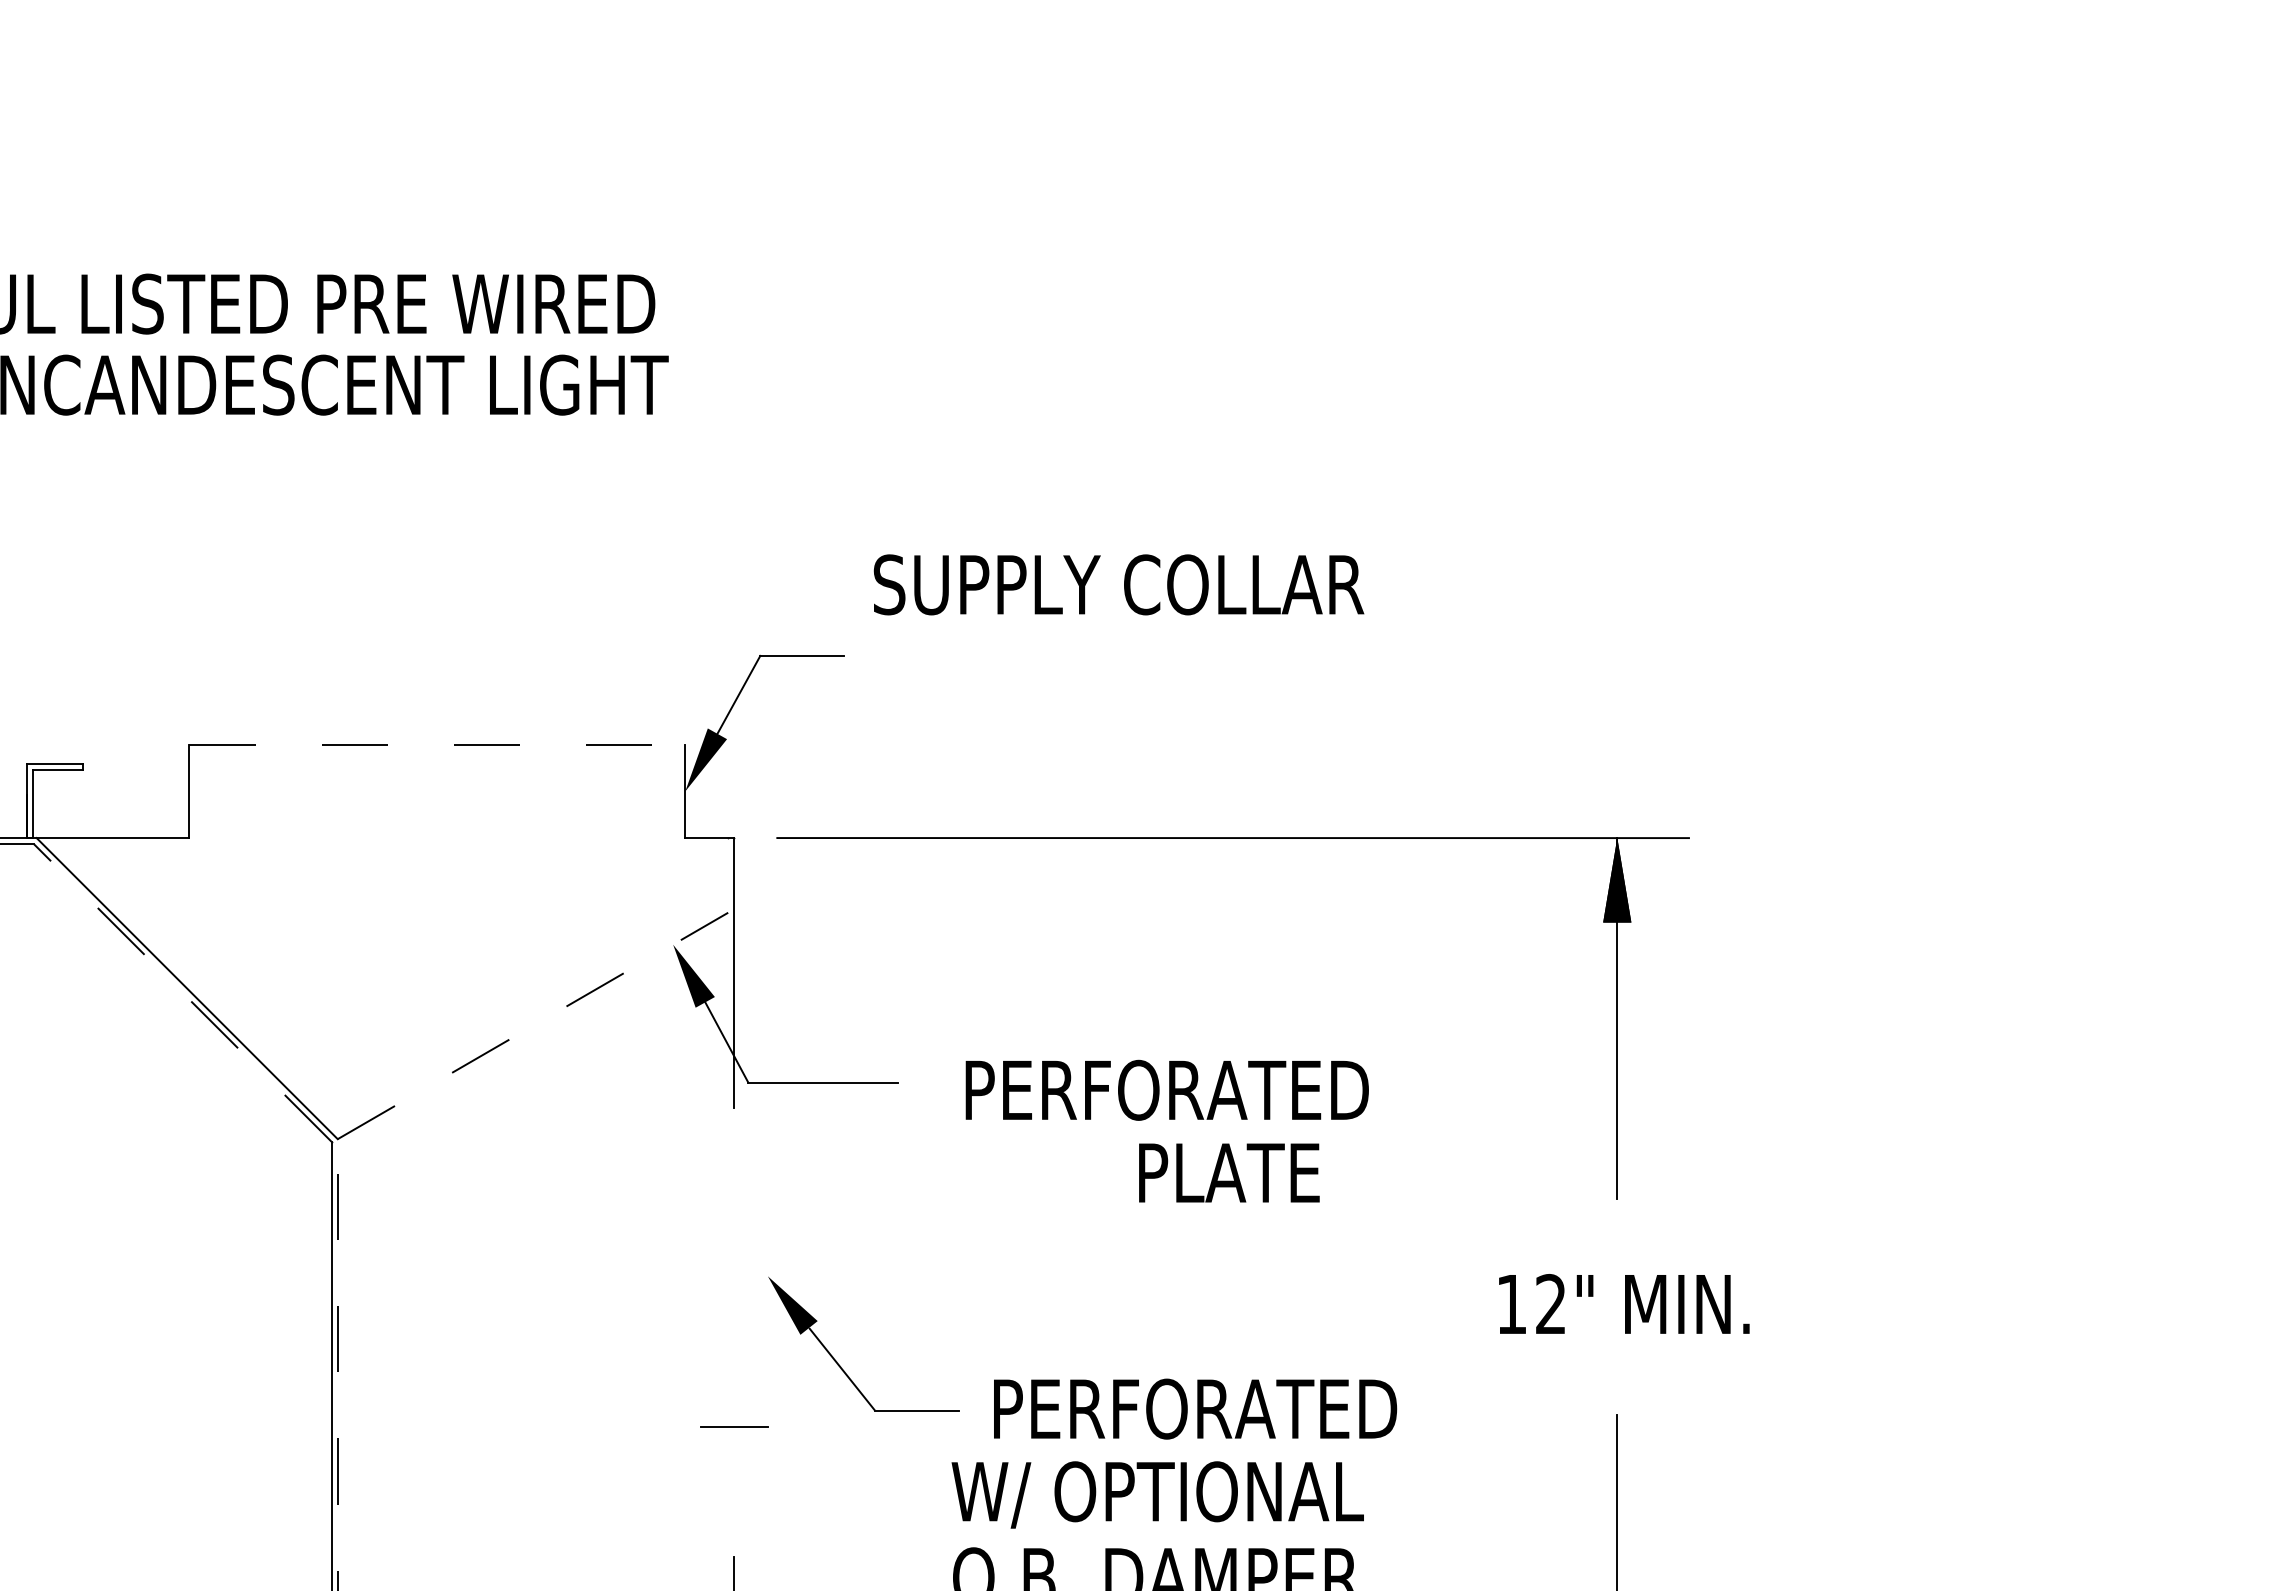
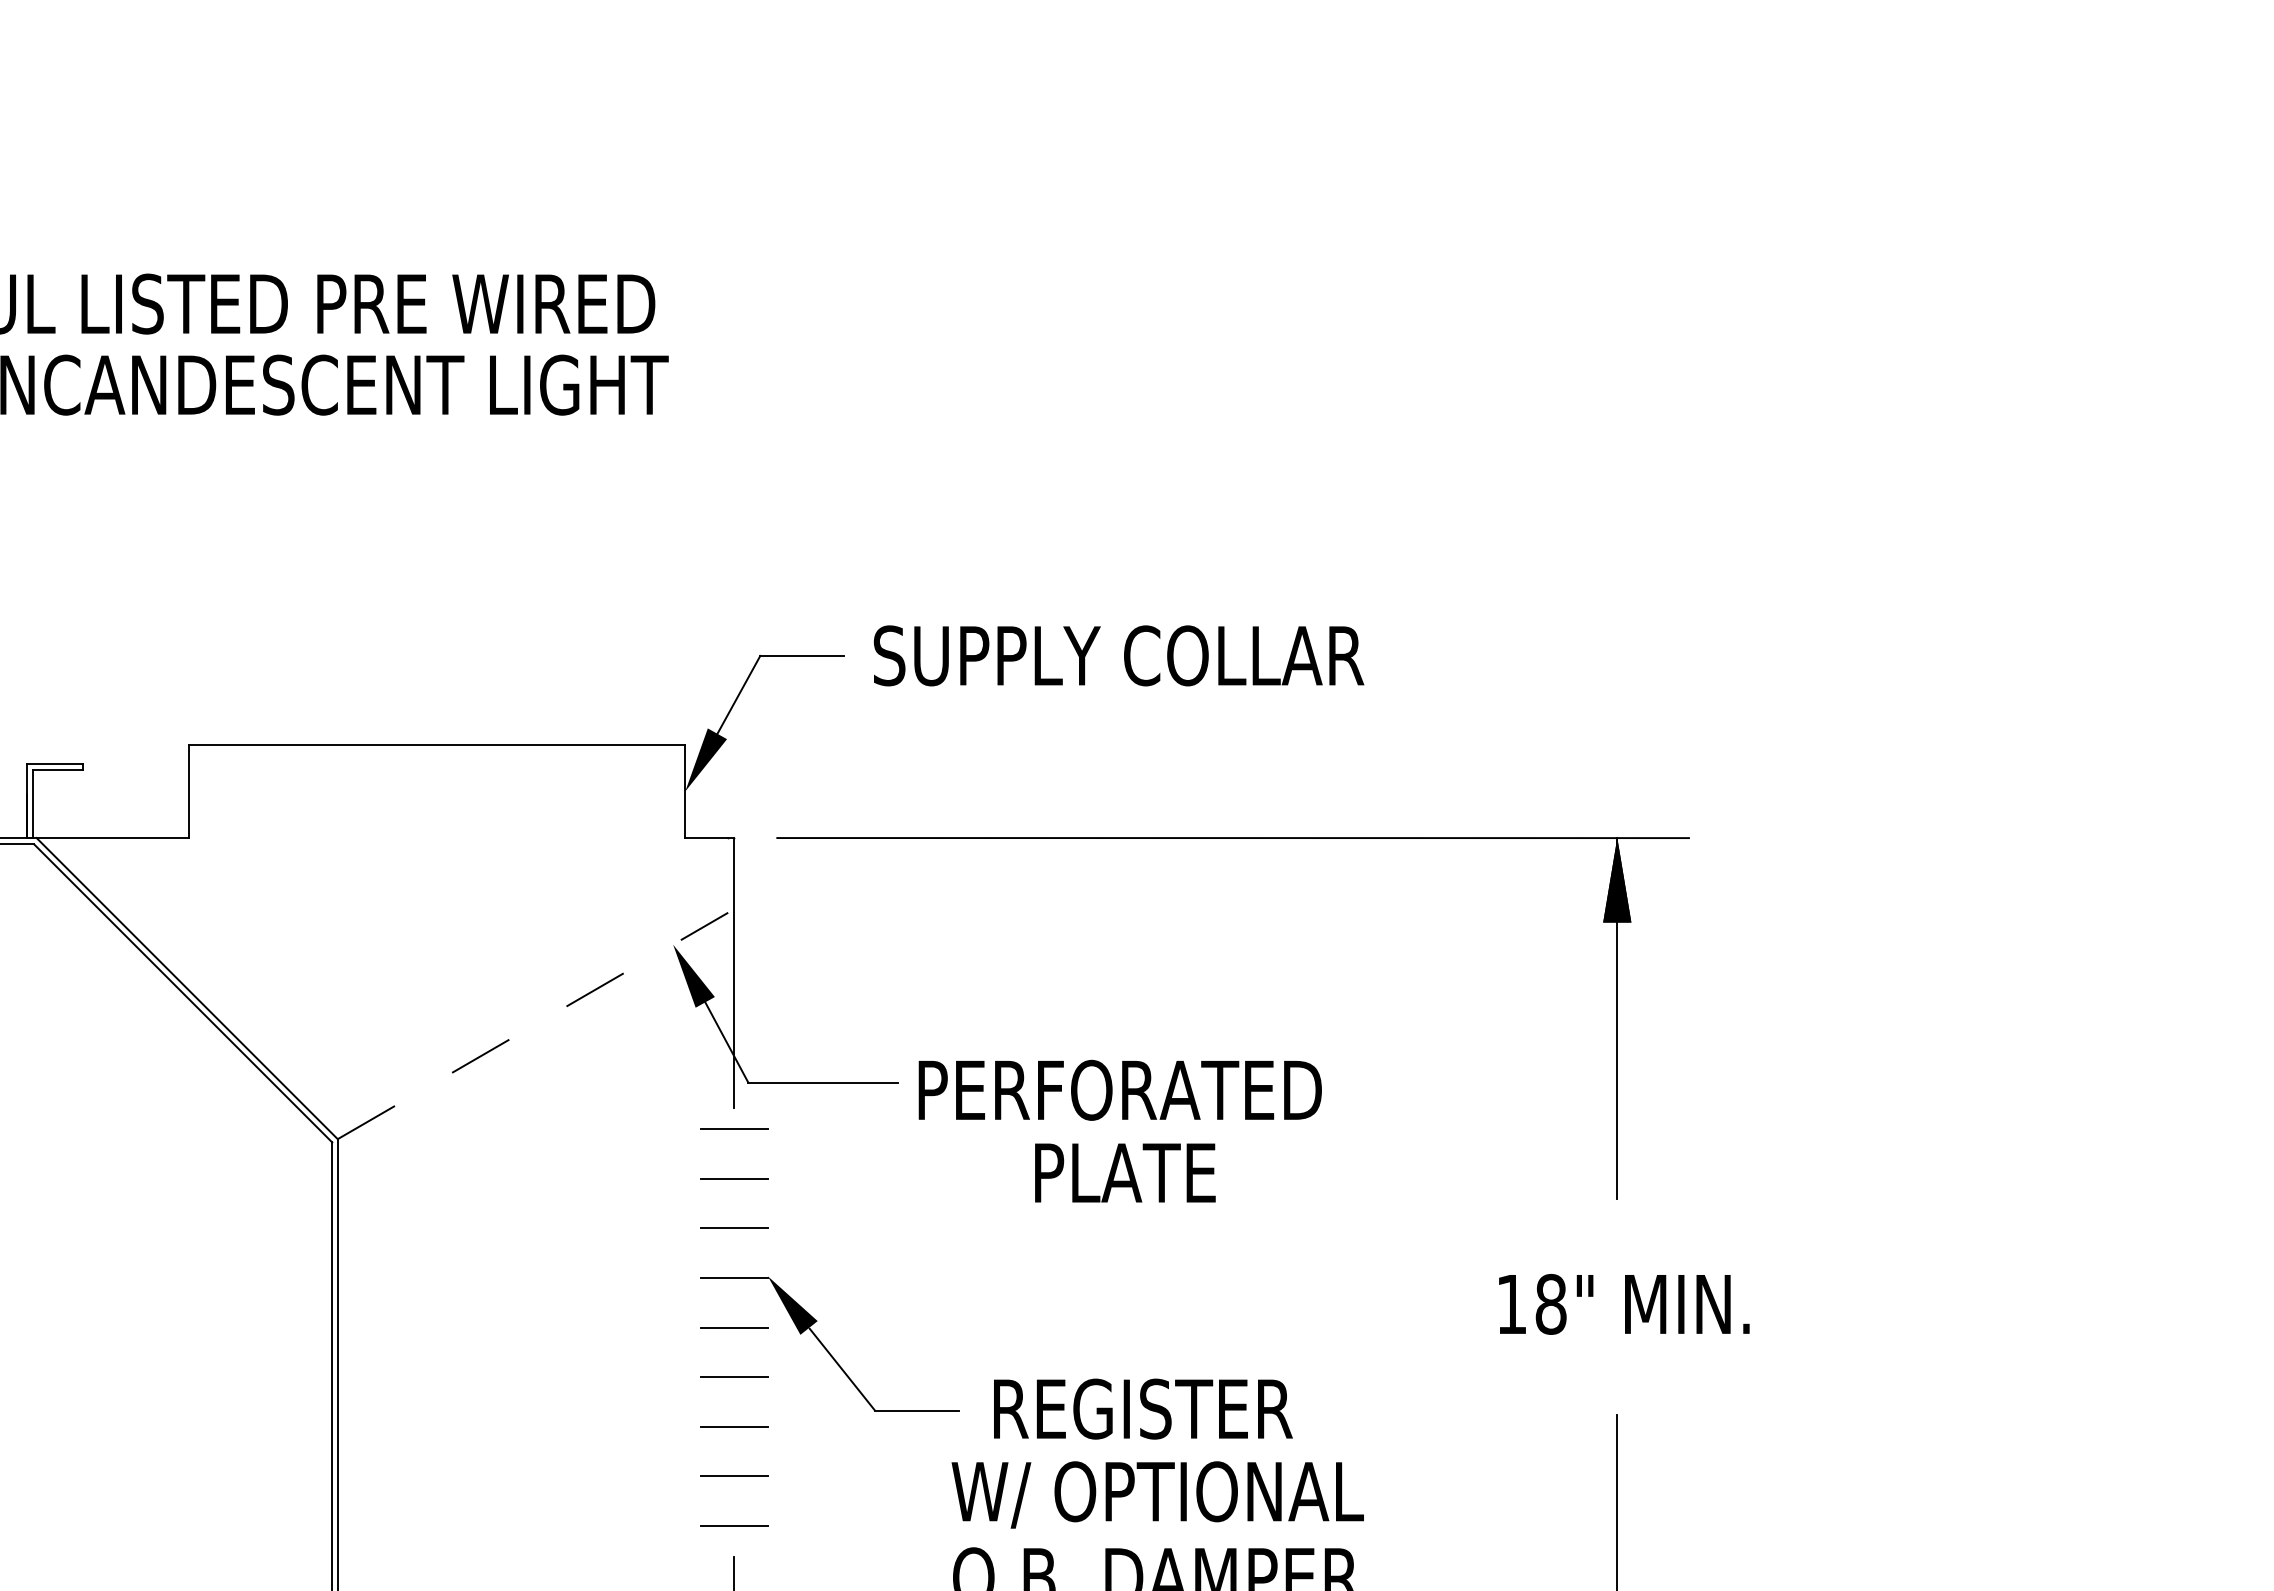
text at (1118, 584) position: (1118, 584) -> (1118, 655)
line at (437, 745): dashed -> solid
line at (182, 992): dashed -> solid
text at (1166, 1089) position: (1166, 1089) -> (1119, 1089)
line at (733, 1129): none -> present
text at (1229, 1172) position: (1229, 1172) -> (1125, 1172)
line at (733, 1178): none -> present
line at (733, 1228): none -> present
line at (733, 1278): none -> present
text at (1550, 1304): 12" -> 18"
line at (733, 1327): none -> present
line at (337, 1364): dashed -> solid
line at (733, 1377): none -> present
text at (1198, 1408): PERFORATED -> REGISTER
line at (733, 1476): none -> present
line at (733, 1525): none -> present
